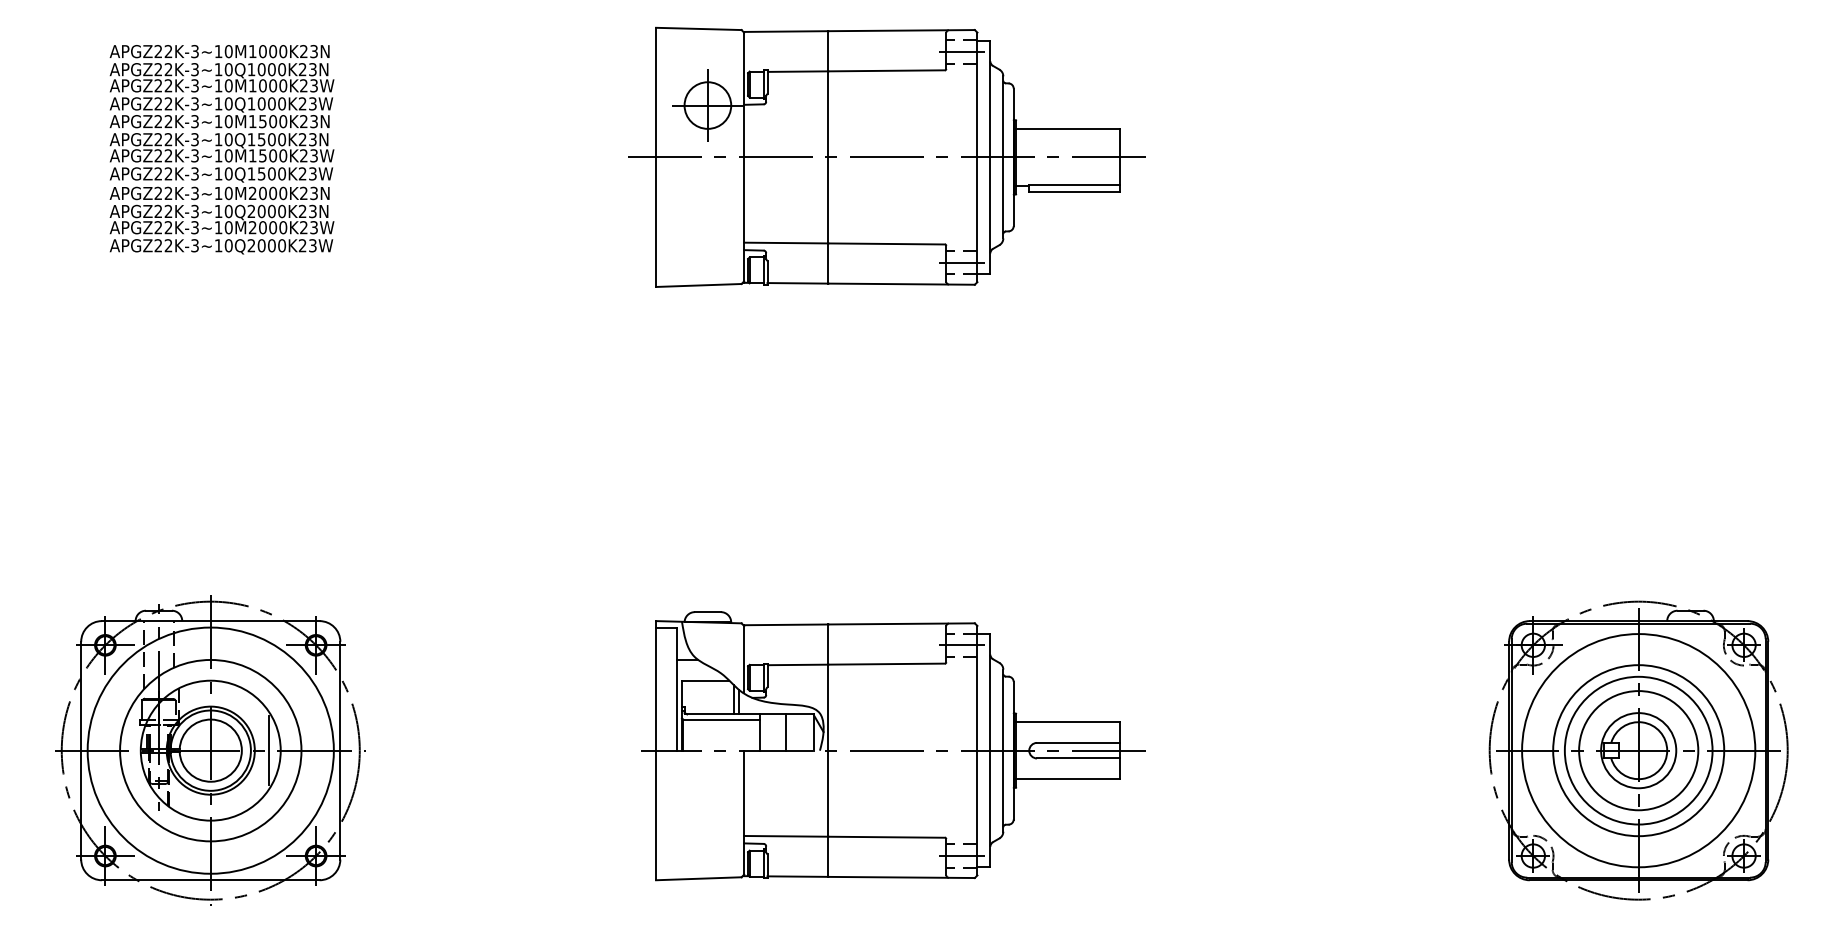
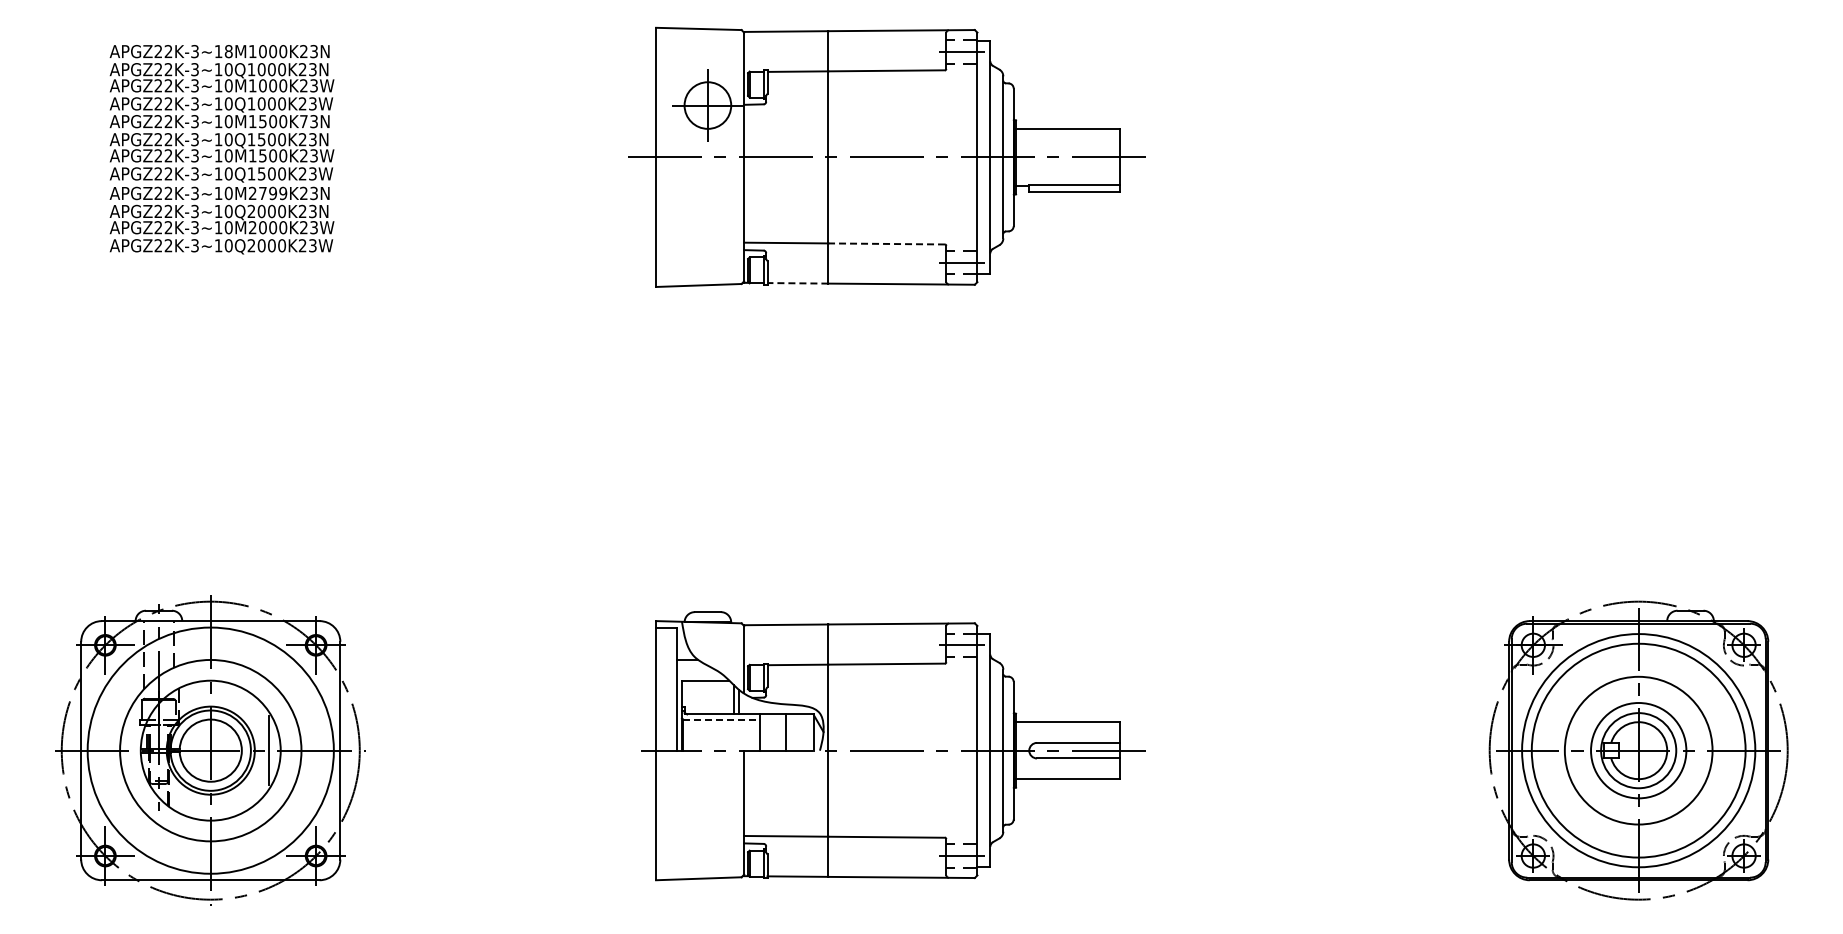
text at (228, 51): APGZ22K-3~10M1000K23N -> APGZ22K-3~18M1000K23N
text at (303, 121): APGZ22K-3~10M1500K23N -> APGZ22K-3~10M1500K73N
text at (273, 193): APGZ22K-3~10M2000K23N -> APGZ22K-3~10M2799K23N
line at (886, 243): solid -> dashed
line at (797, 283): solid -> dashed
line at (722, 719): solid -> dashed
circle at (1638, 750) diameter: 119 px -> 95 px
circle at (1638, 750) diameter: 171 px -> 214 px
